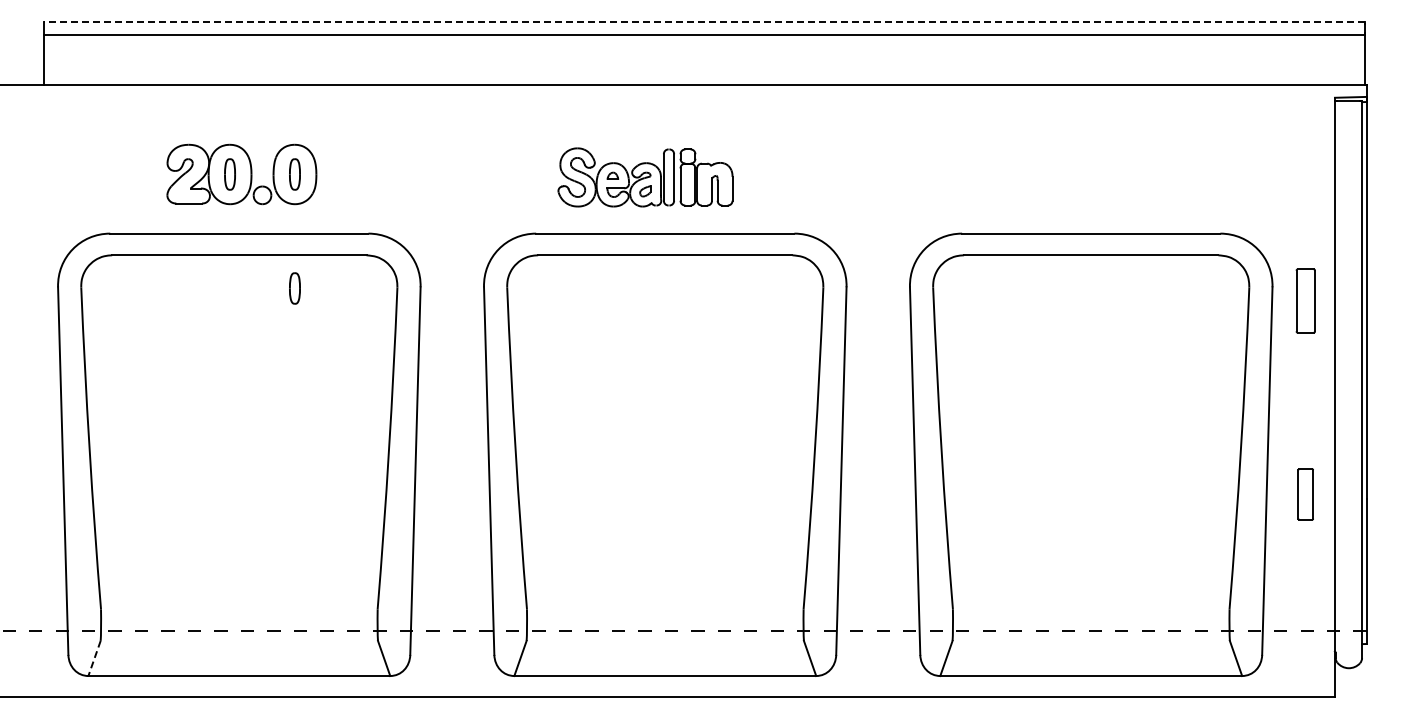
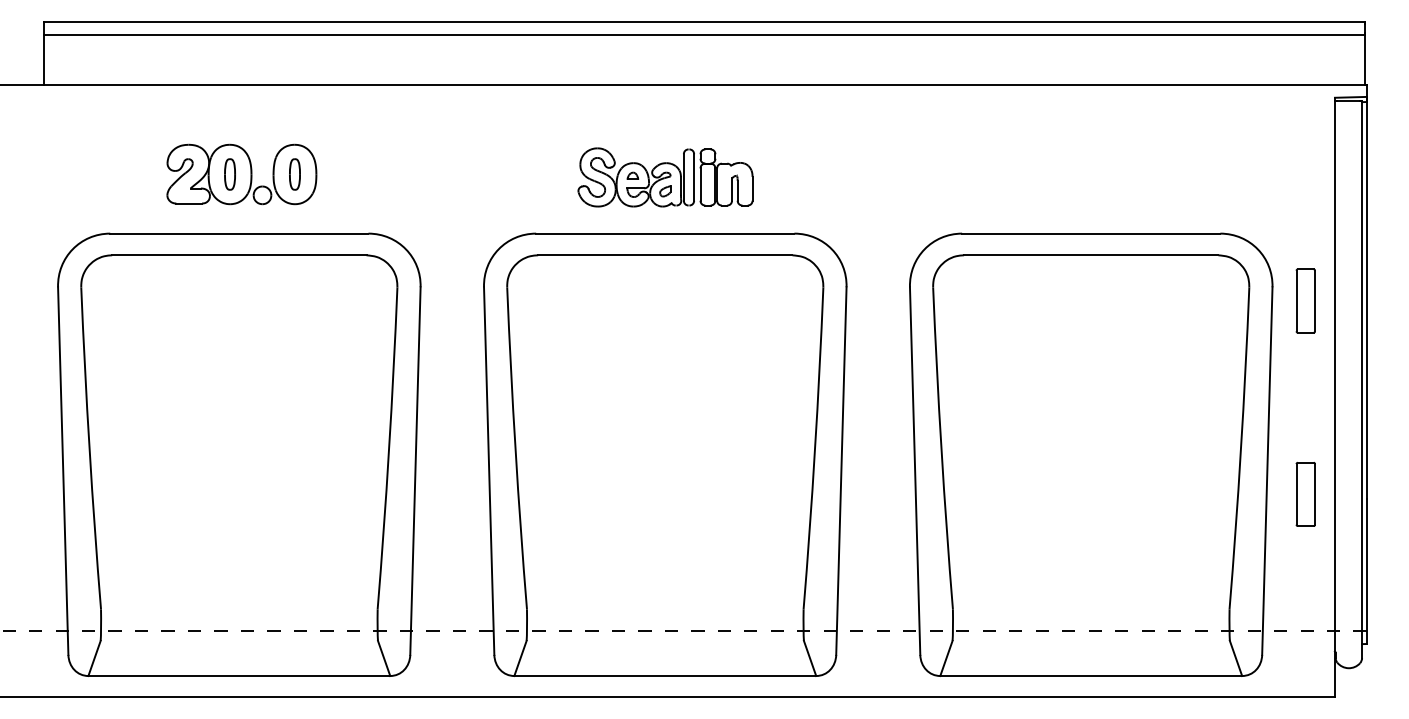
line at (704, 21): dashed -> solid
part at (645, 177) position: (645, 177) -> (665, 177)
part at (294, 288): present -> none
part at (1305, 494) size: 17x53 px -> 21x65 px
line at (94, 658): dashed -> solid
